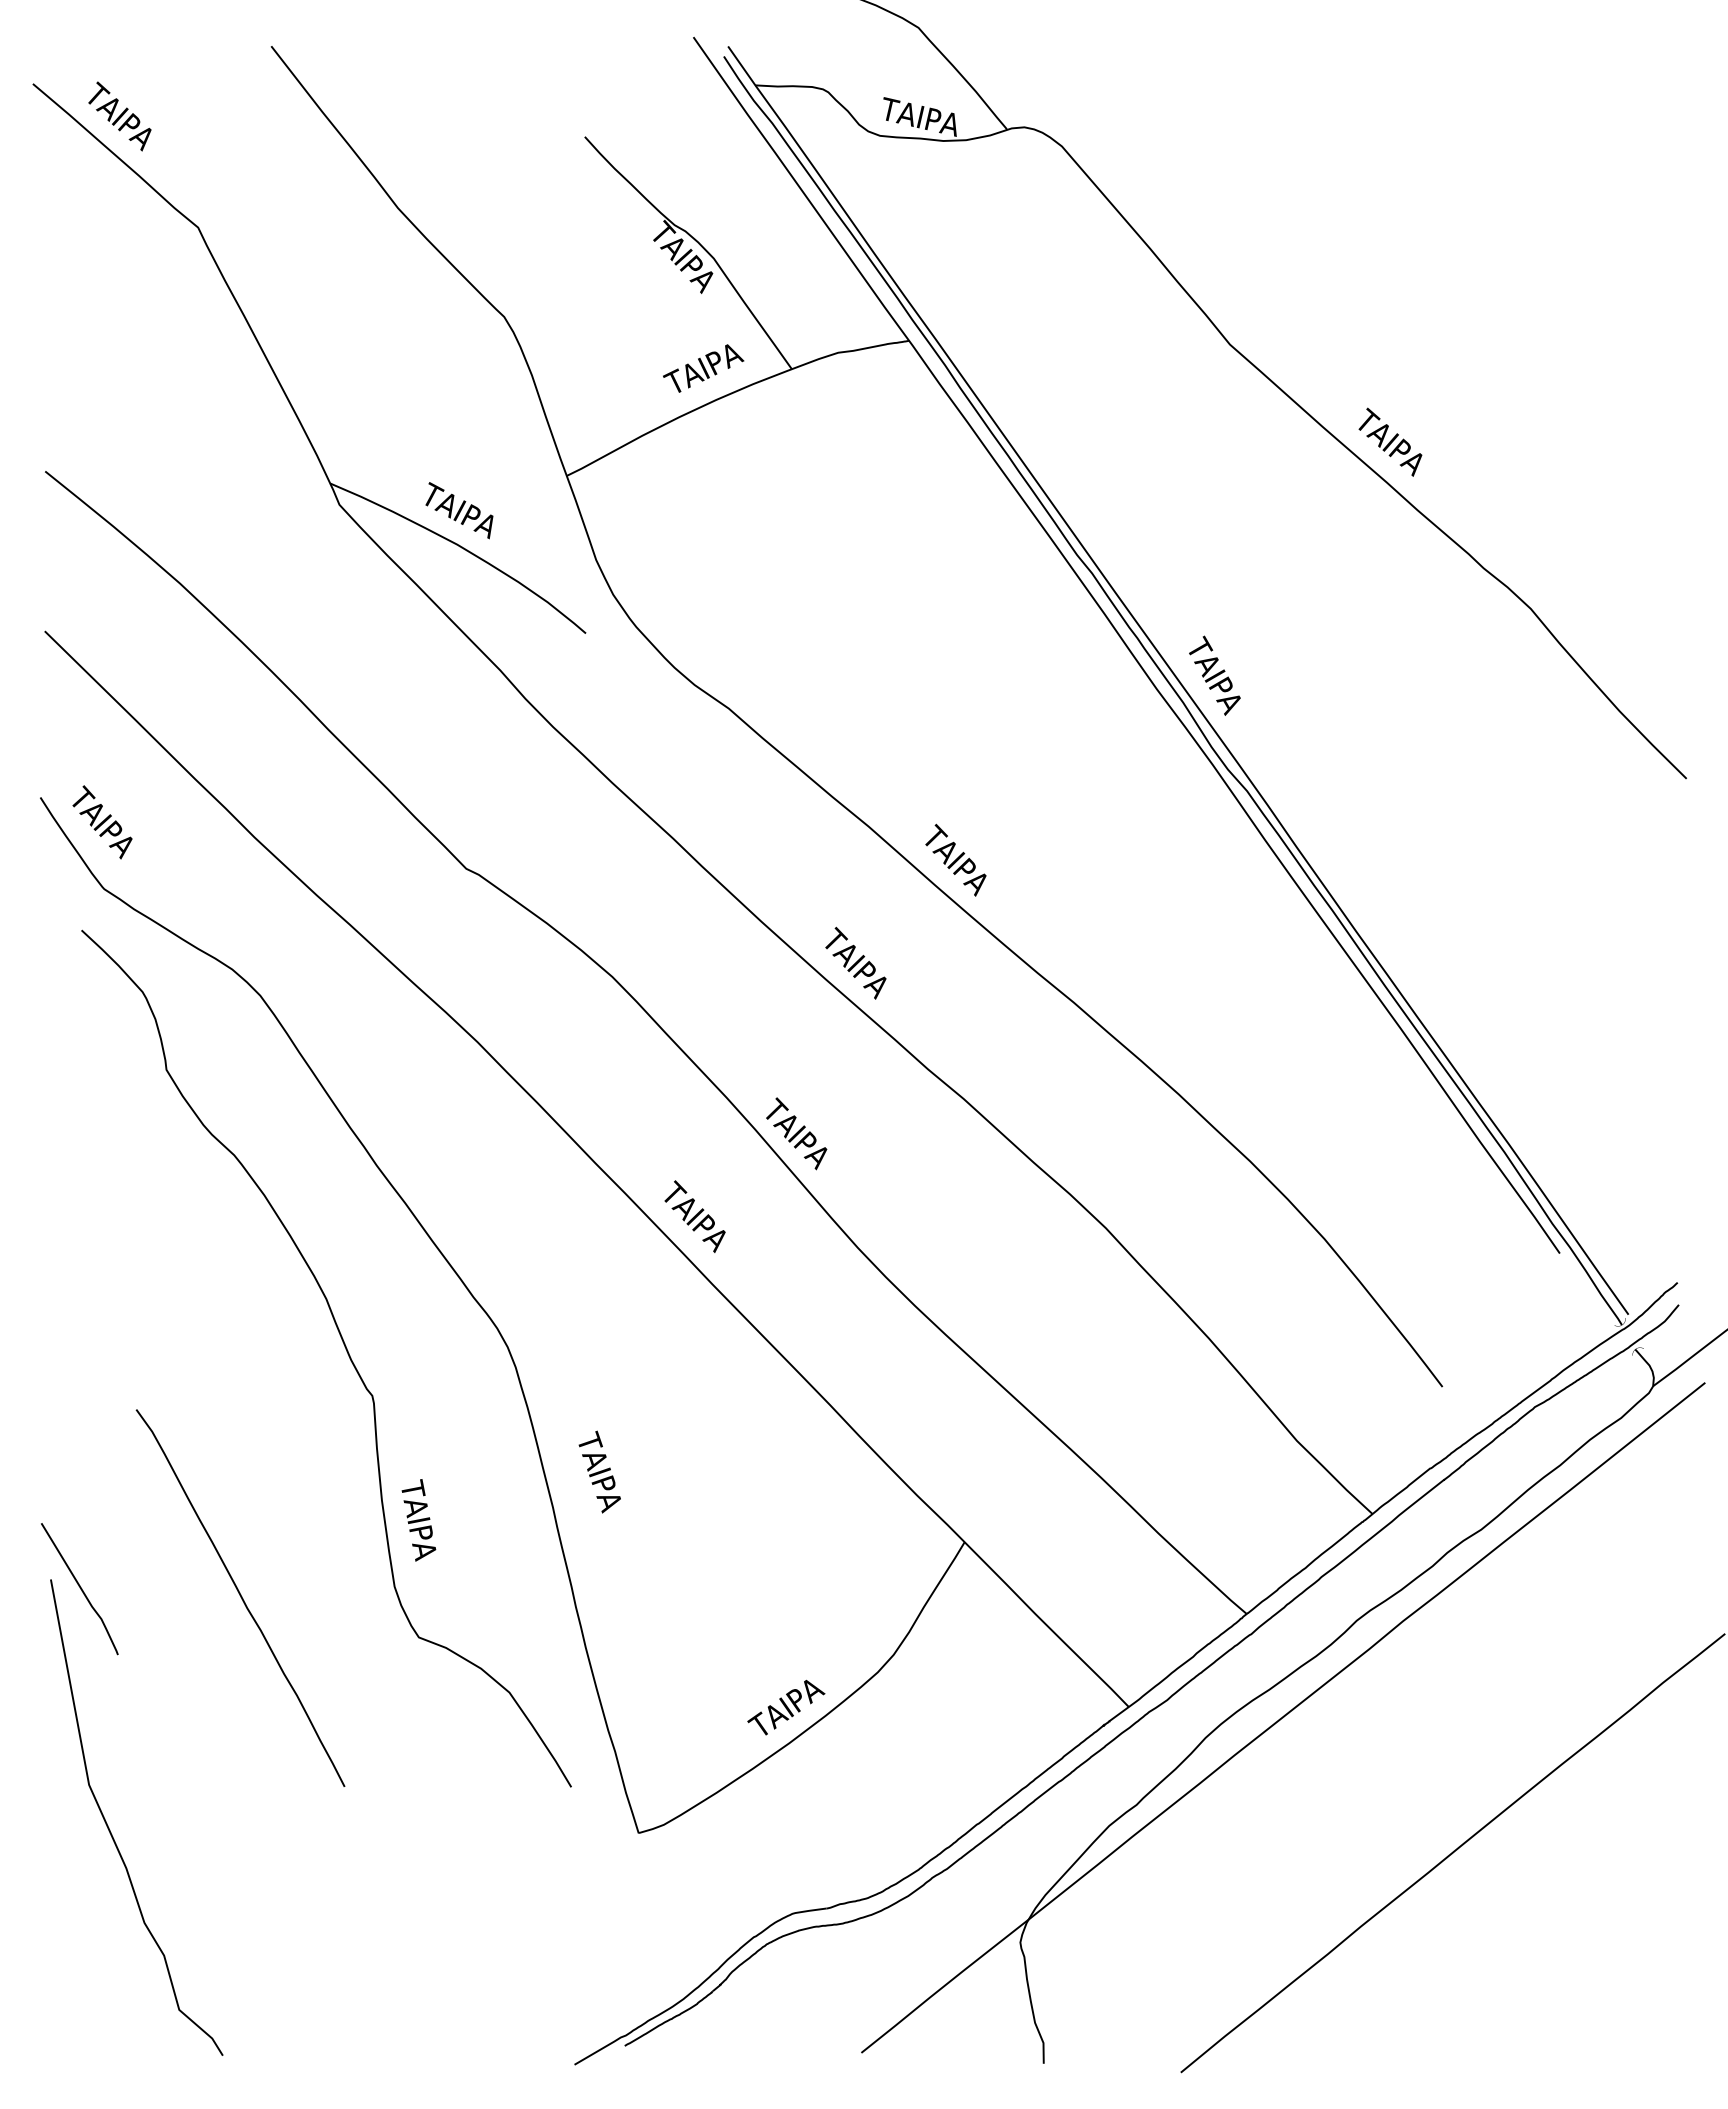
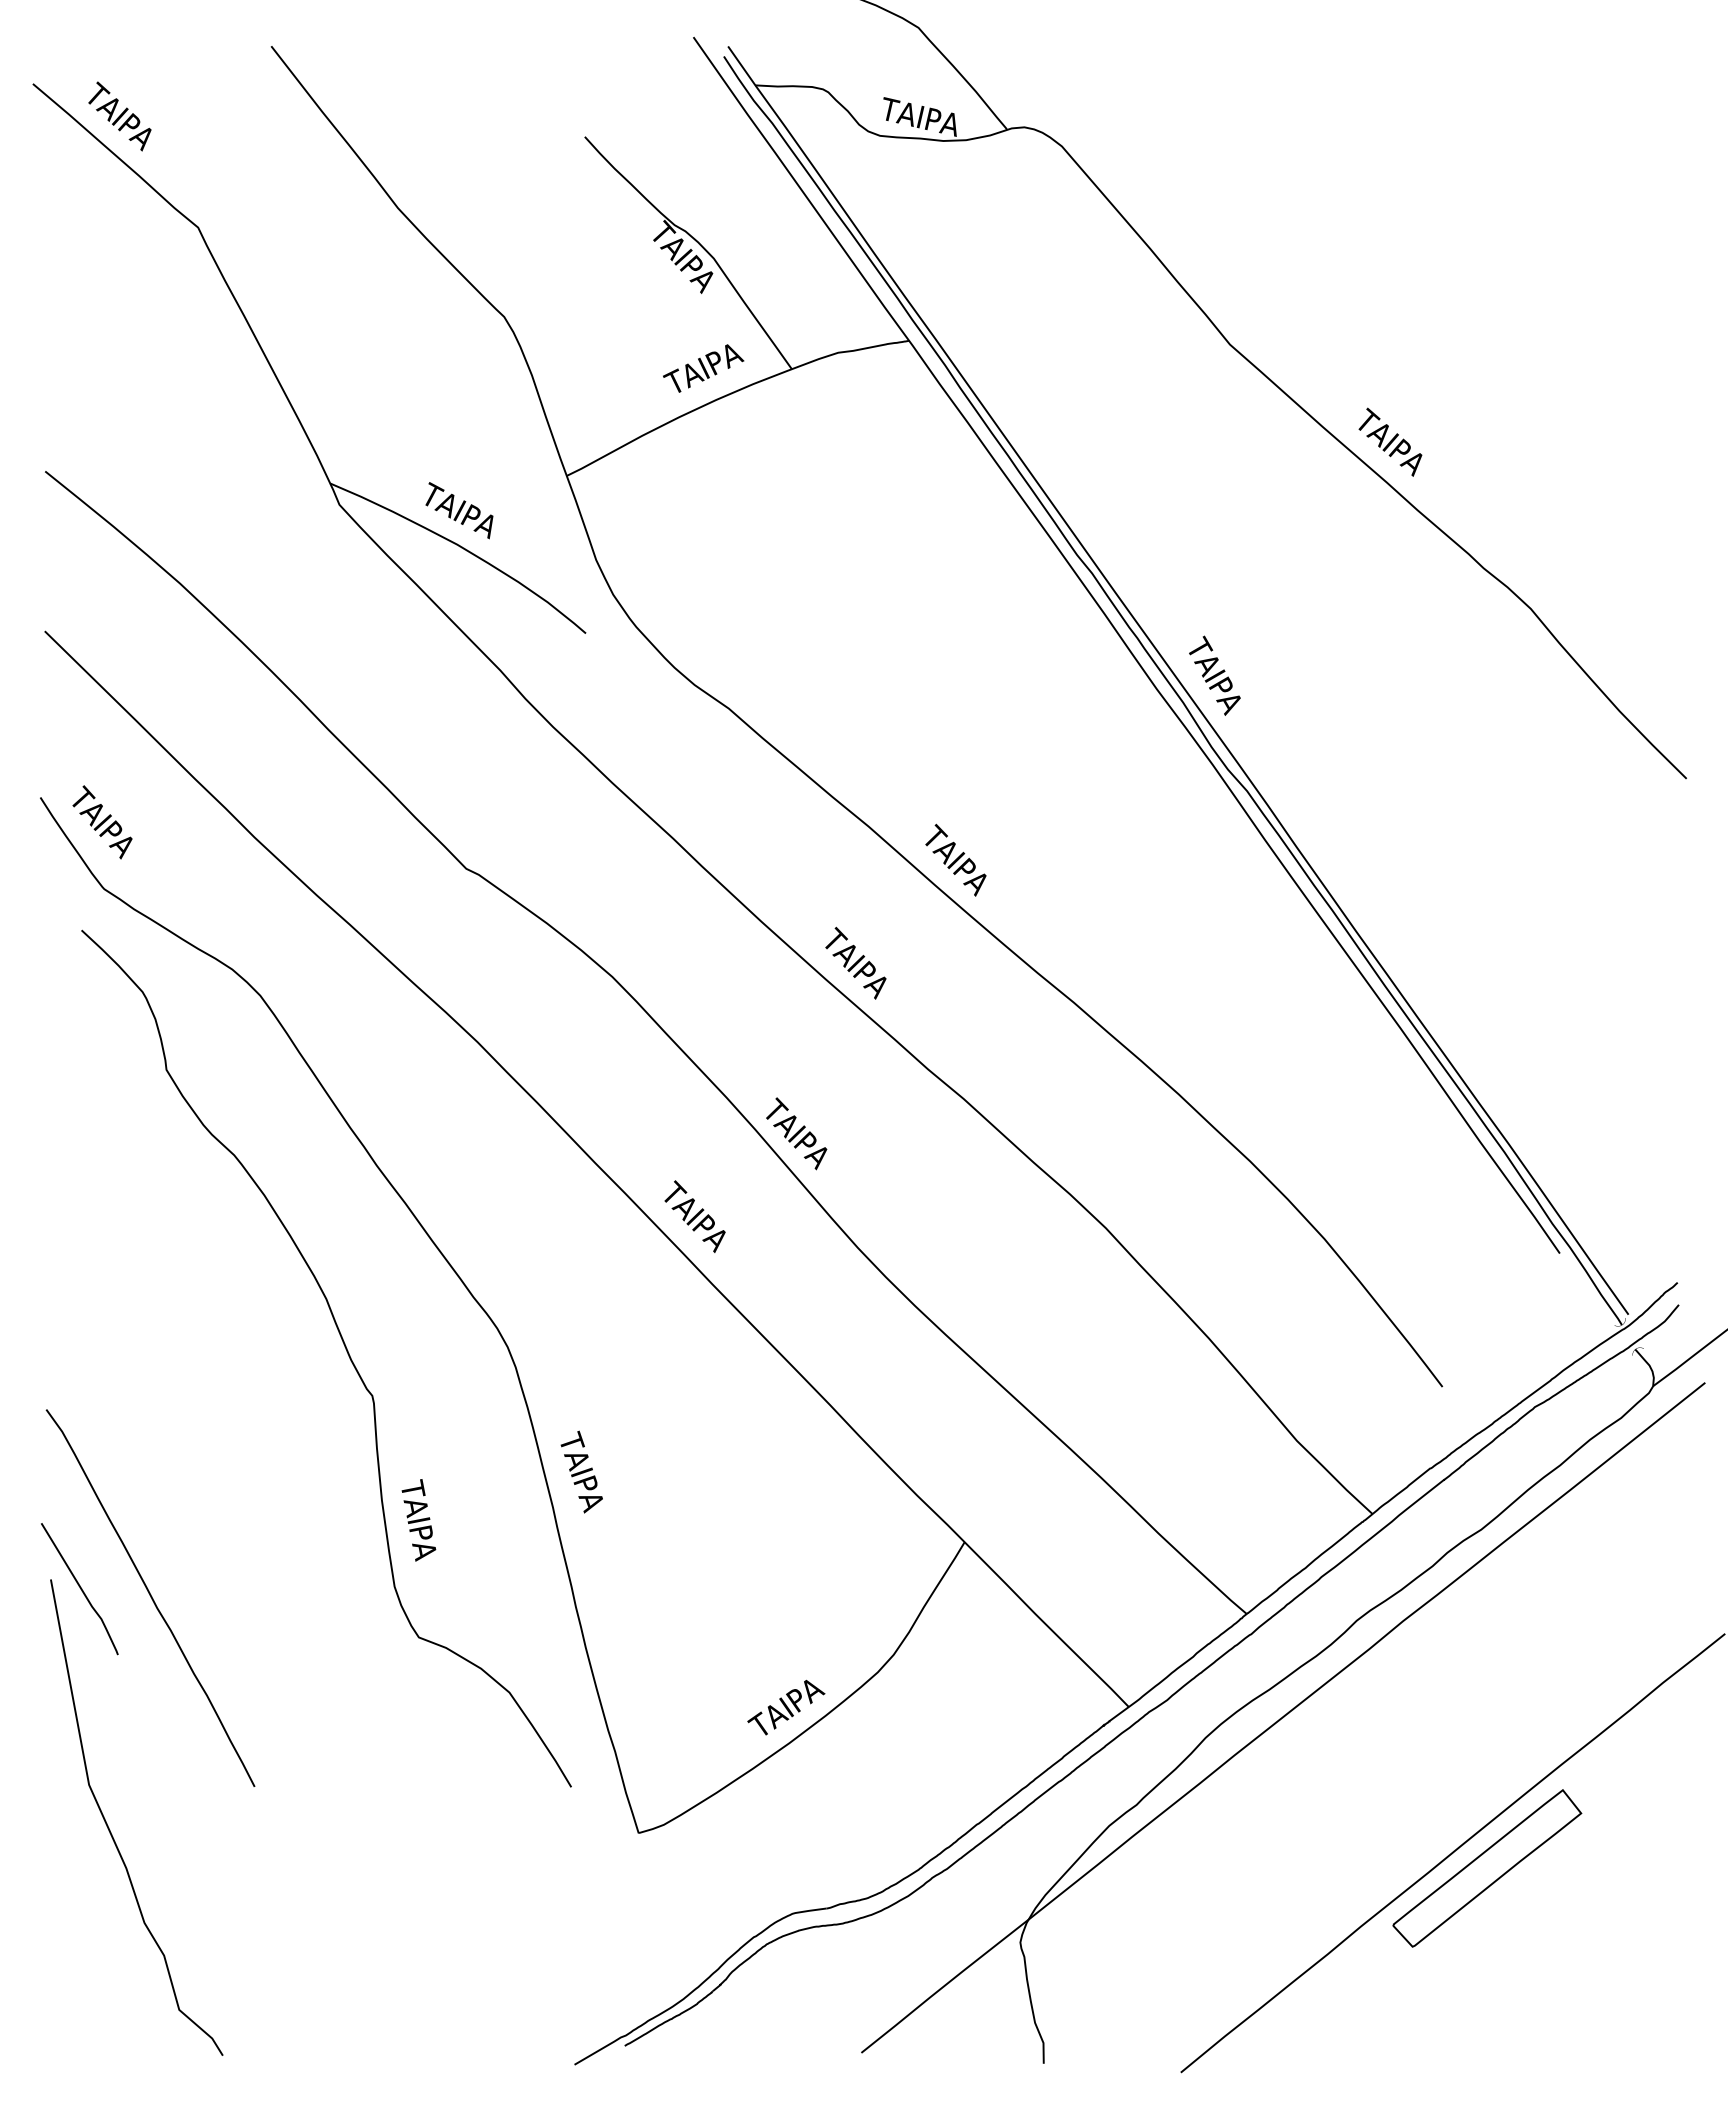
text at (599, 1471) position: (599, 1471) -> (581, 1471)
curve at (240, 1597) position: (240, 1597) -> (150, 1597)
part at (1487, 1868): none -> present
